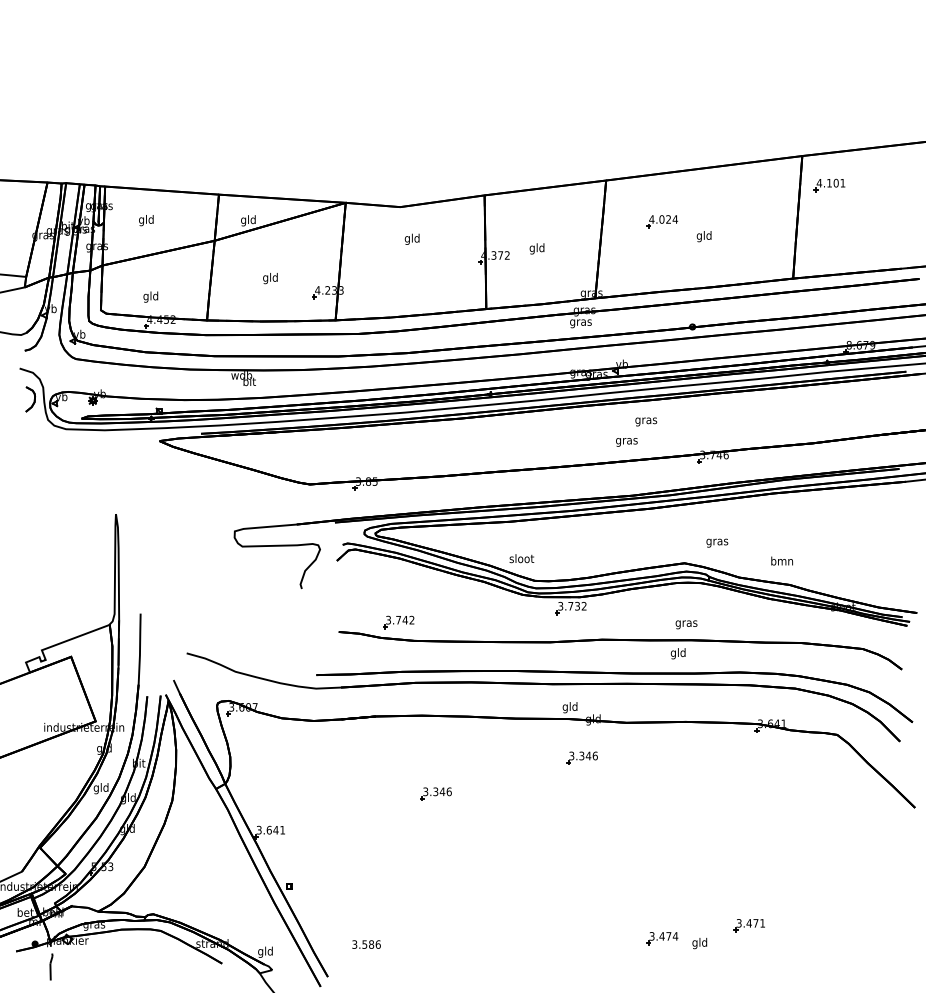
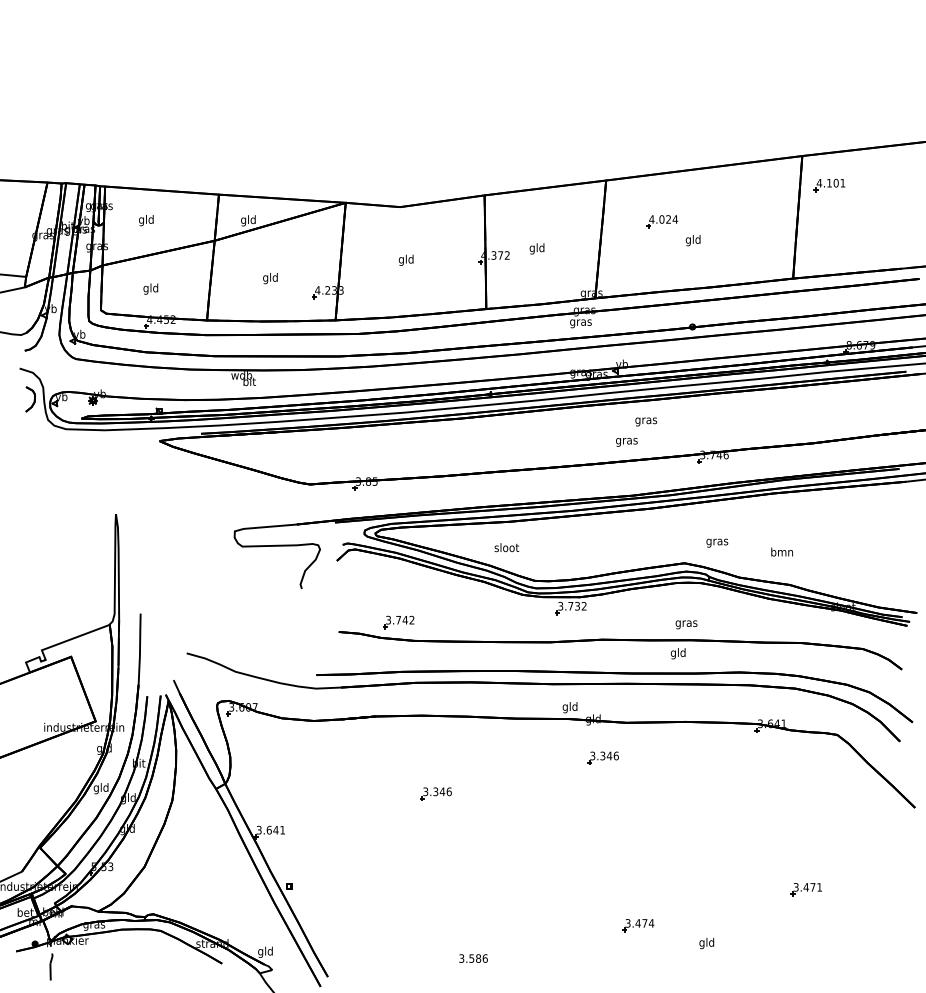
text at (703, 236) position: (703, 236) -> (692, 240)
text at (411, 238) position: (411, 238) -> (405, 259)
text at (150, 296) position: (150, 296) -> (150, 288)
text at (521, 558) position: (521, 558) -> (506, 547)
text at (781, 560) position: (781, 560) -> (781, 551)
part at (581, 757) position: (581, 757) -> (602, 757)
part at (748, 925) position: (748, 925) -> (805, 889)
part at (662, 938) position: (662, 938) -> (638, 925)
text at (699, 943) position: (699, 943) -> (706, 943)
text at (366, 944) position: (366, 944) -> (473, 958)
